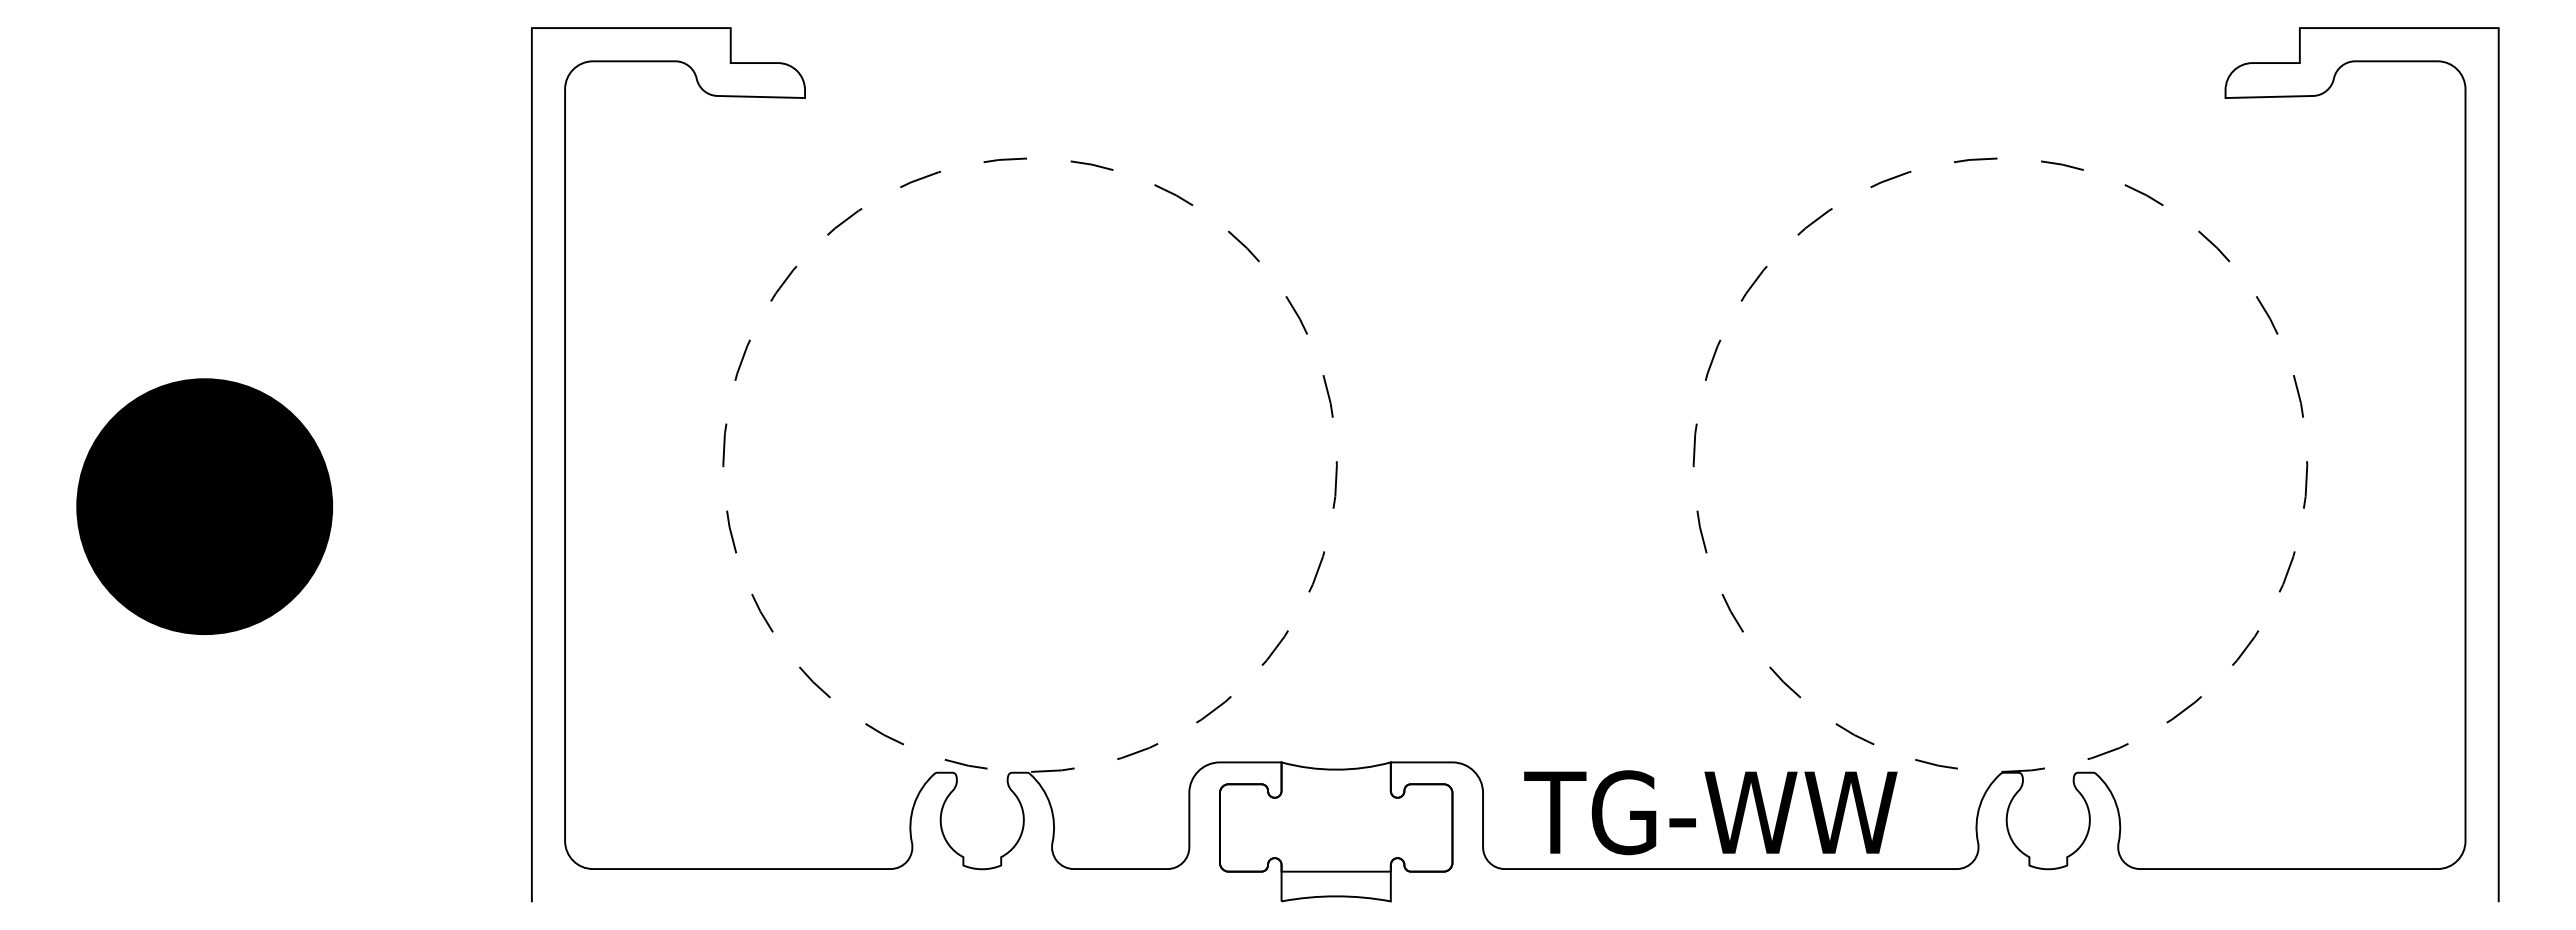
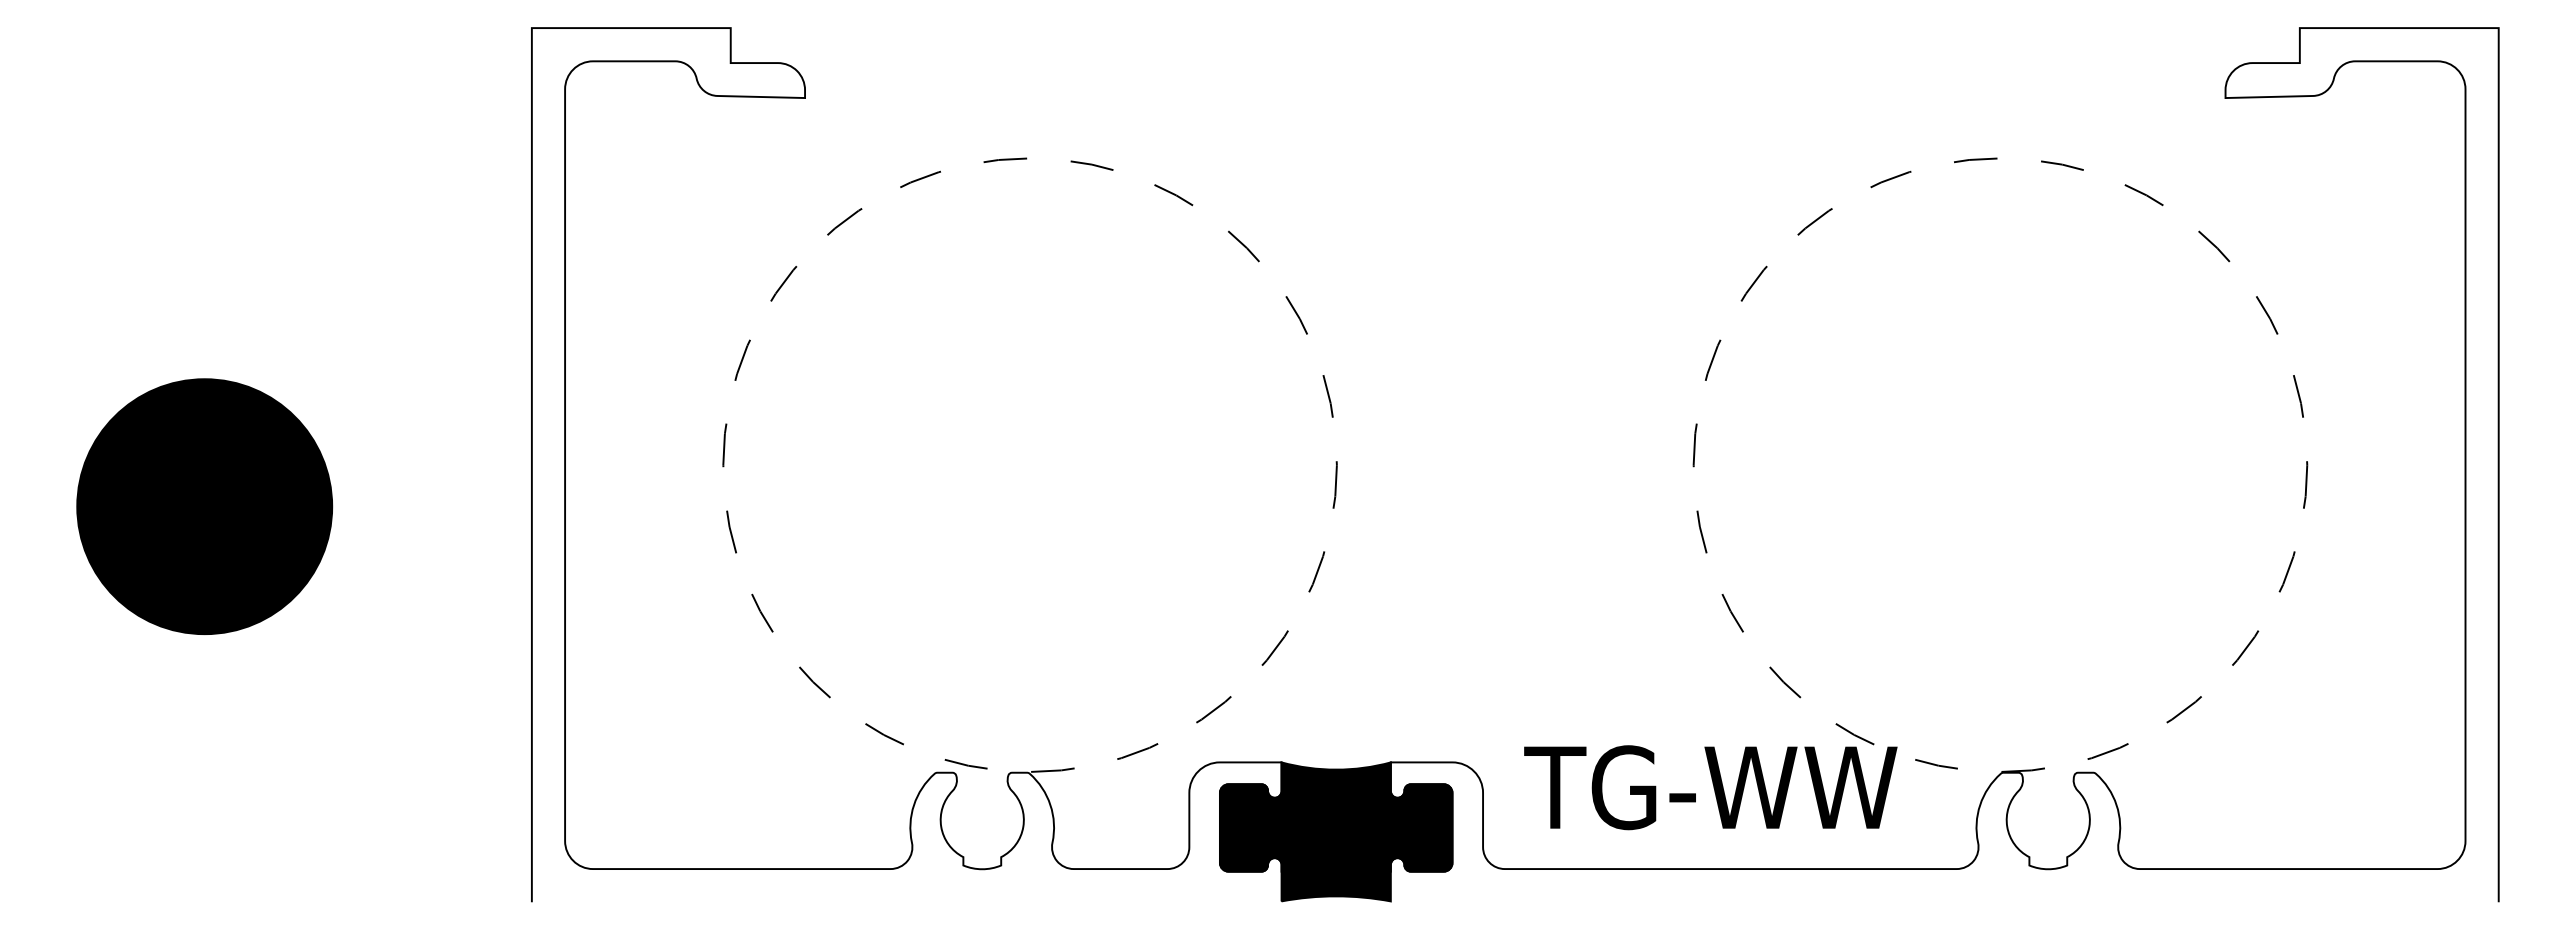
text at (1710, 812) position: (1710, 812) -> (1710, 787)
fill at (1335, 831): none -> present
